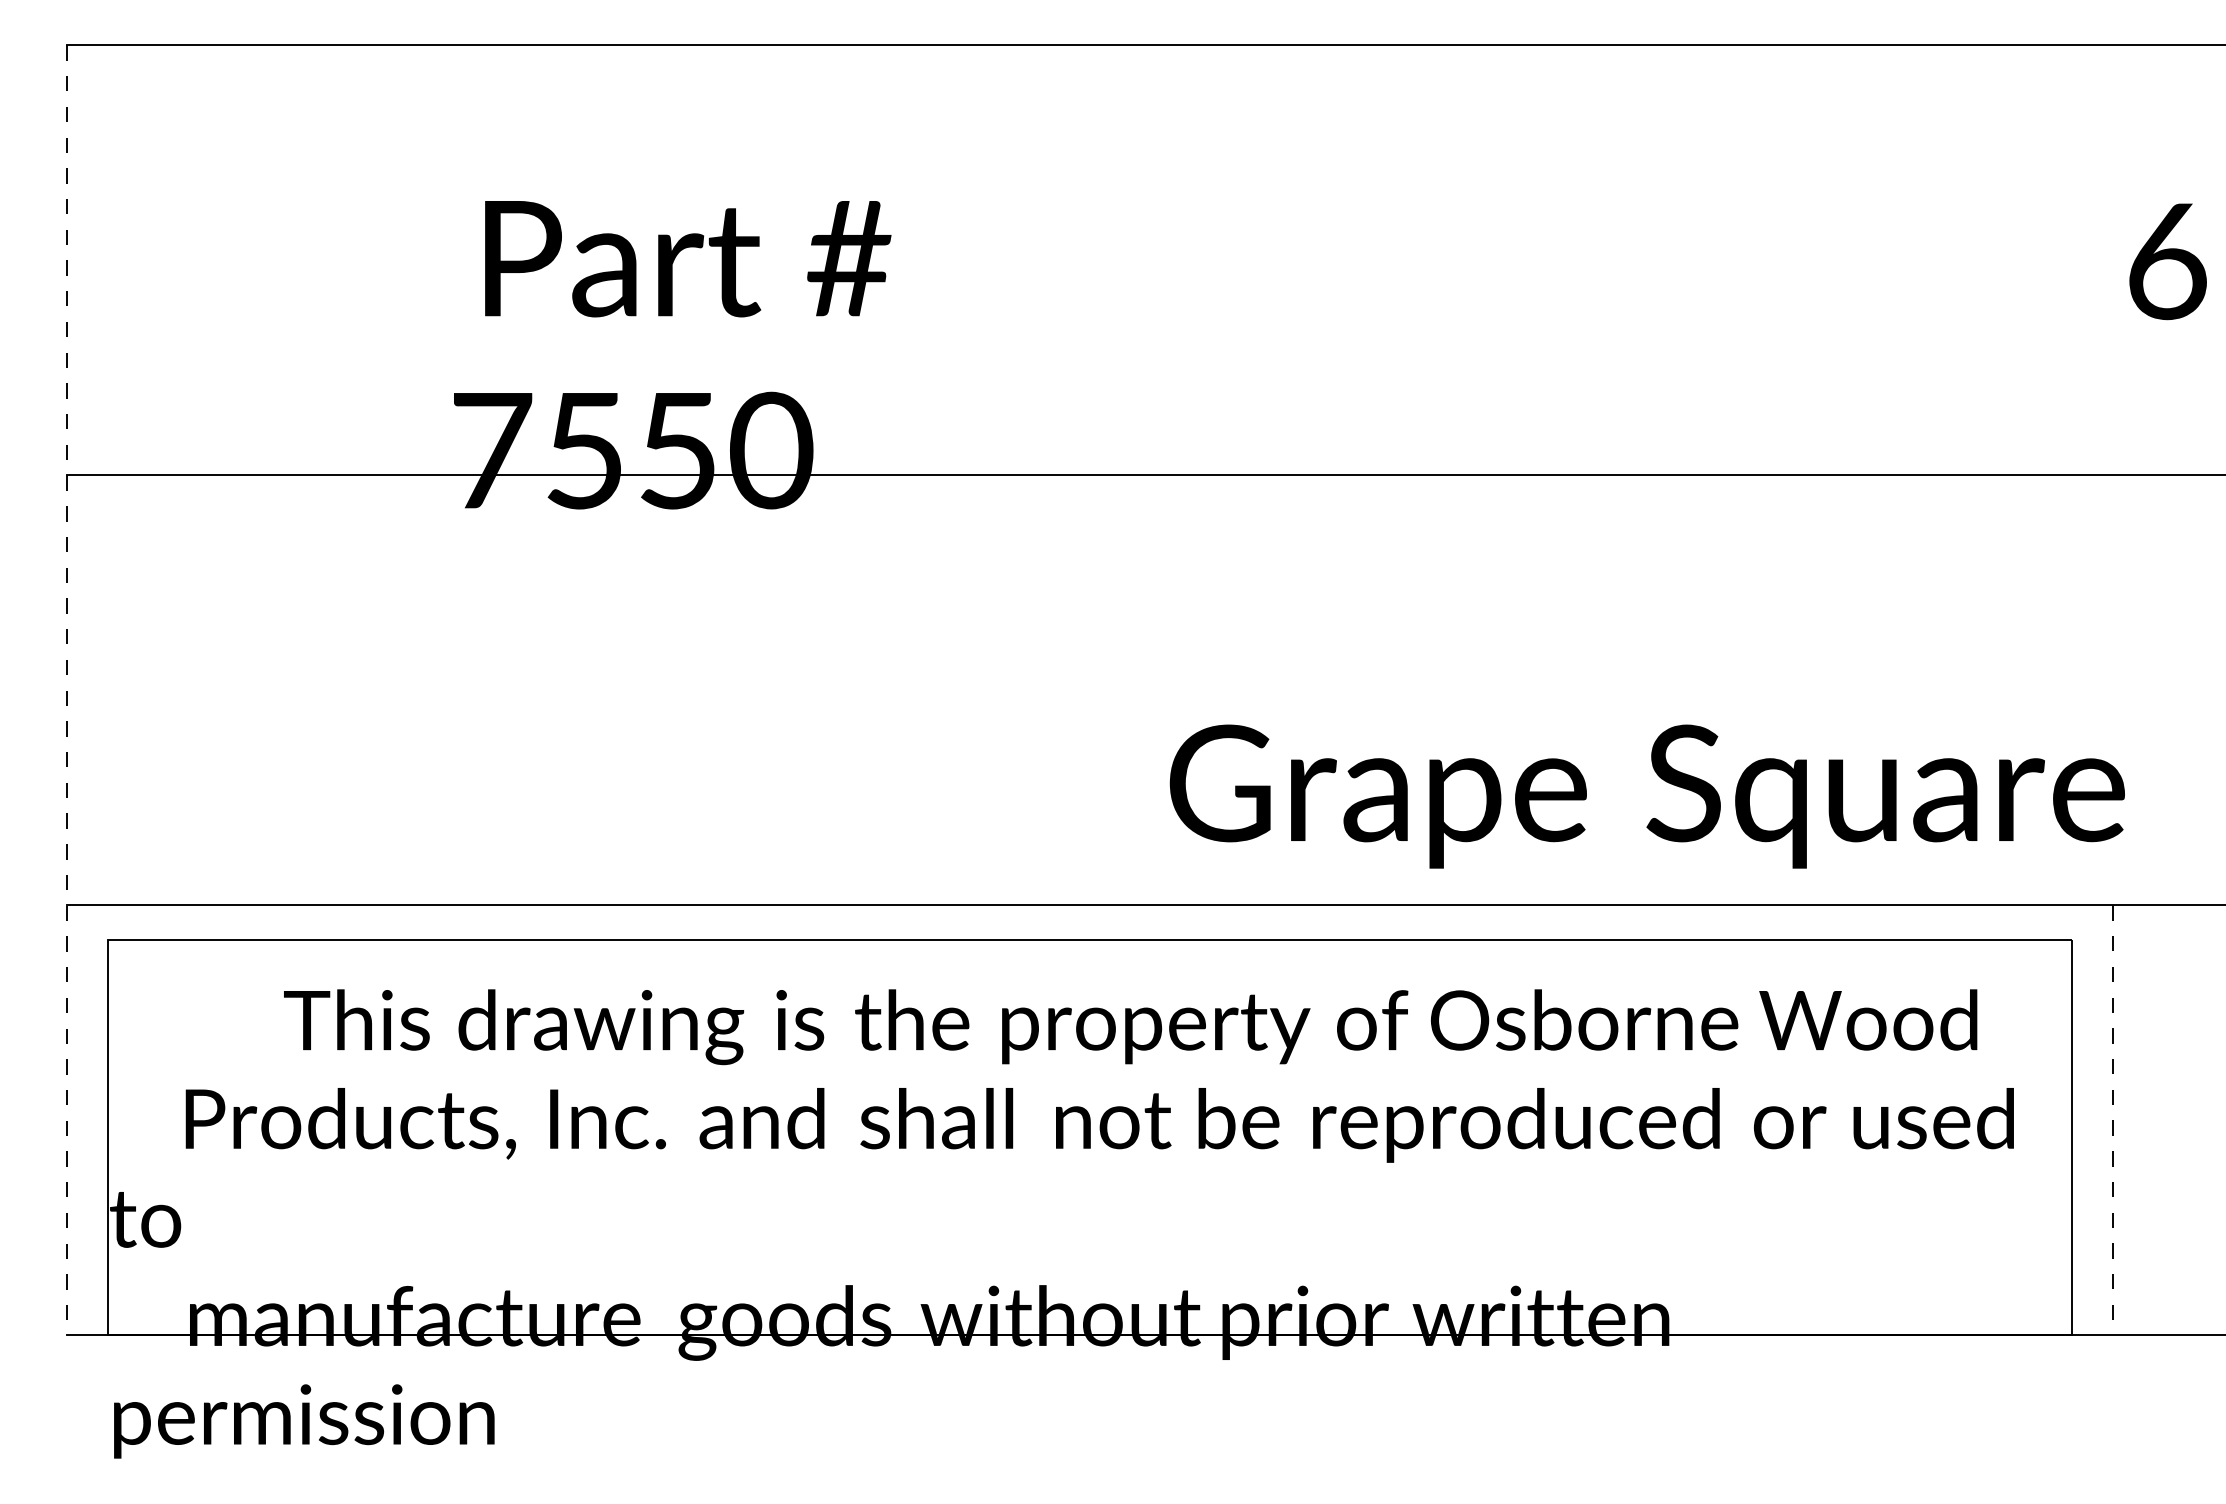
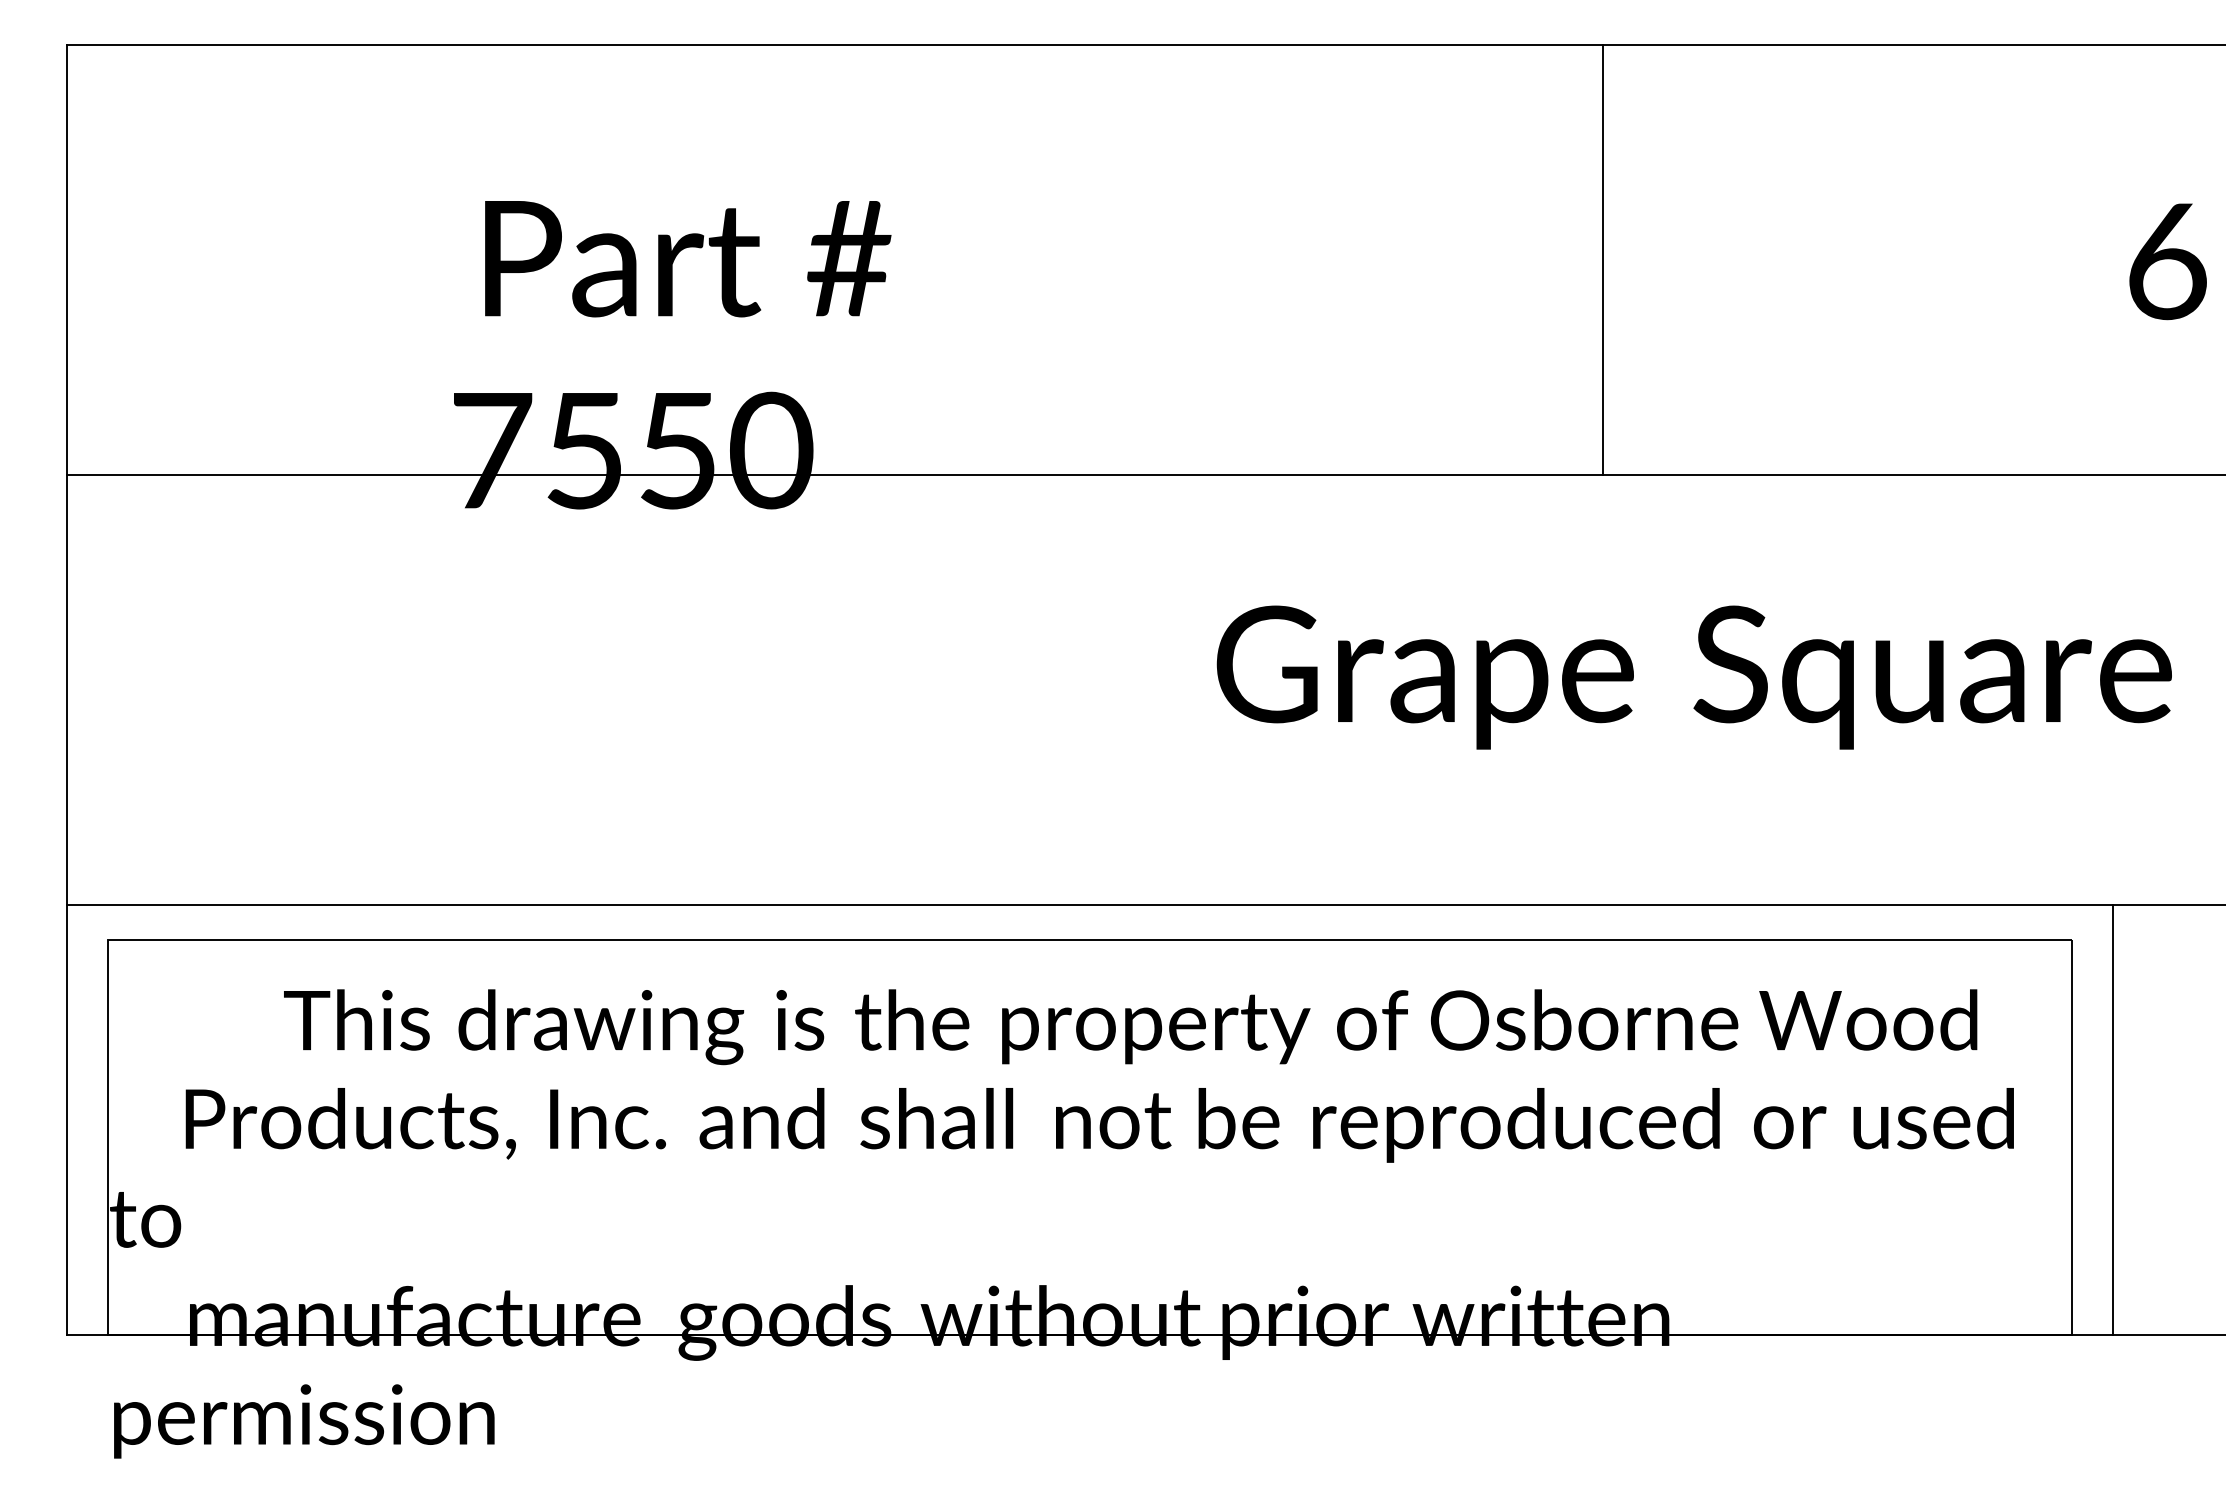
line at (1602, 260): none -> present
line at (66, 690): dashed -> solid
text at (1646, 796) position: (1646, 796) -> (1693, 677)
line at (2113, 1120): dashed -> solid
